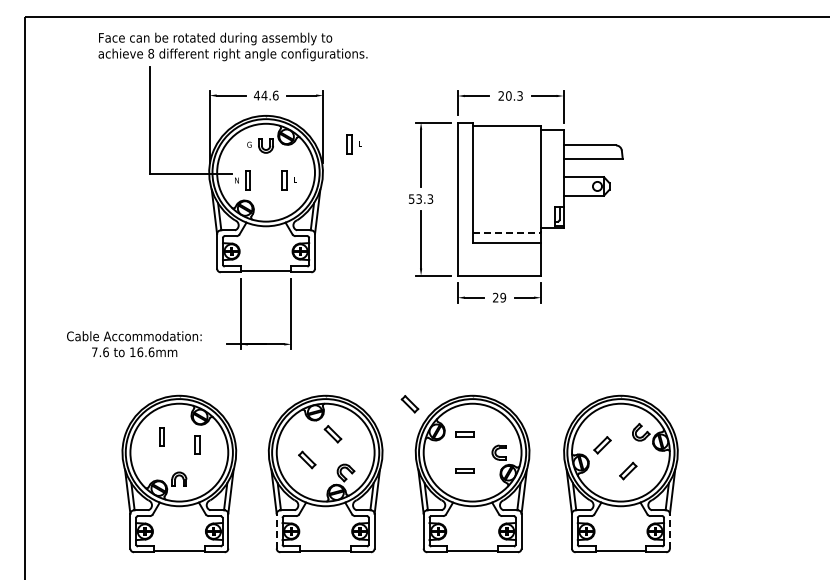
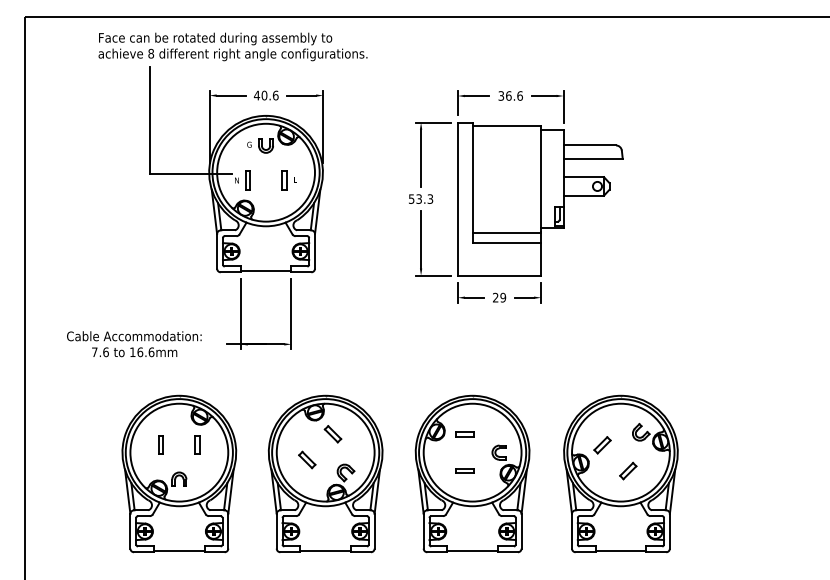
text at (264, 95): 44.6 -> 40.6
text at (510, 95): 20.3 -> 36.6
part at (353, 144): present -> none
line at (507, 232): dashed -> solid
part at (409, 404): present -> none
part at (161, 436) position: (161, 436) -> (160, 444)
line at (276, 530): dashed -> solid
line at (669, 530): dashed -> solid
